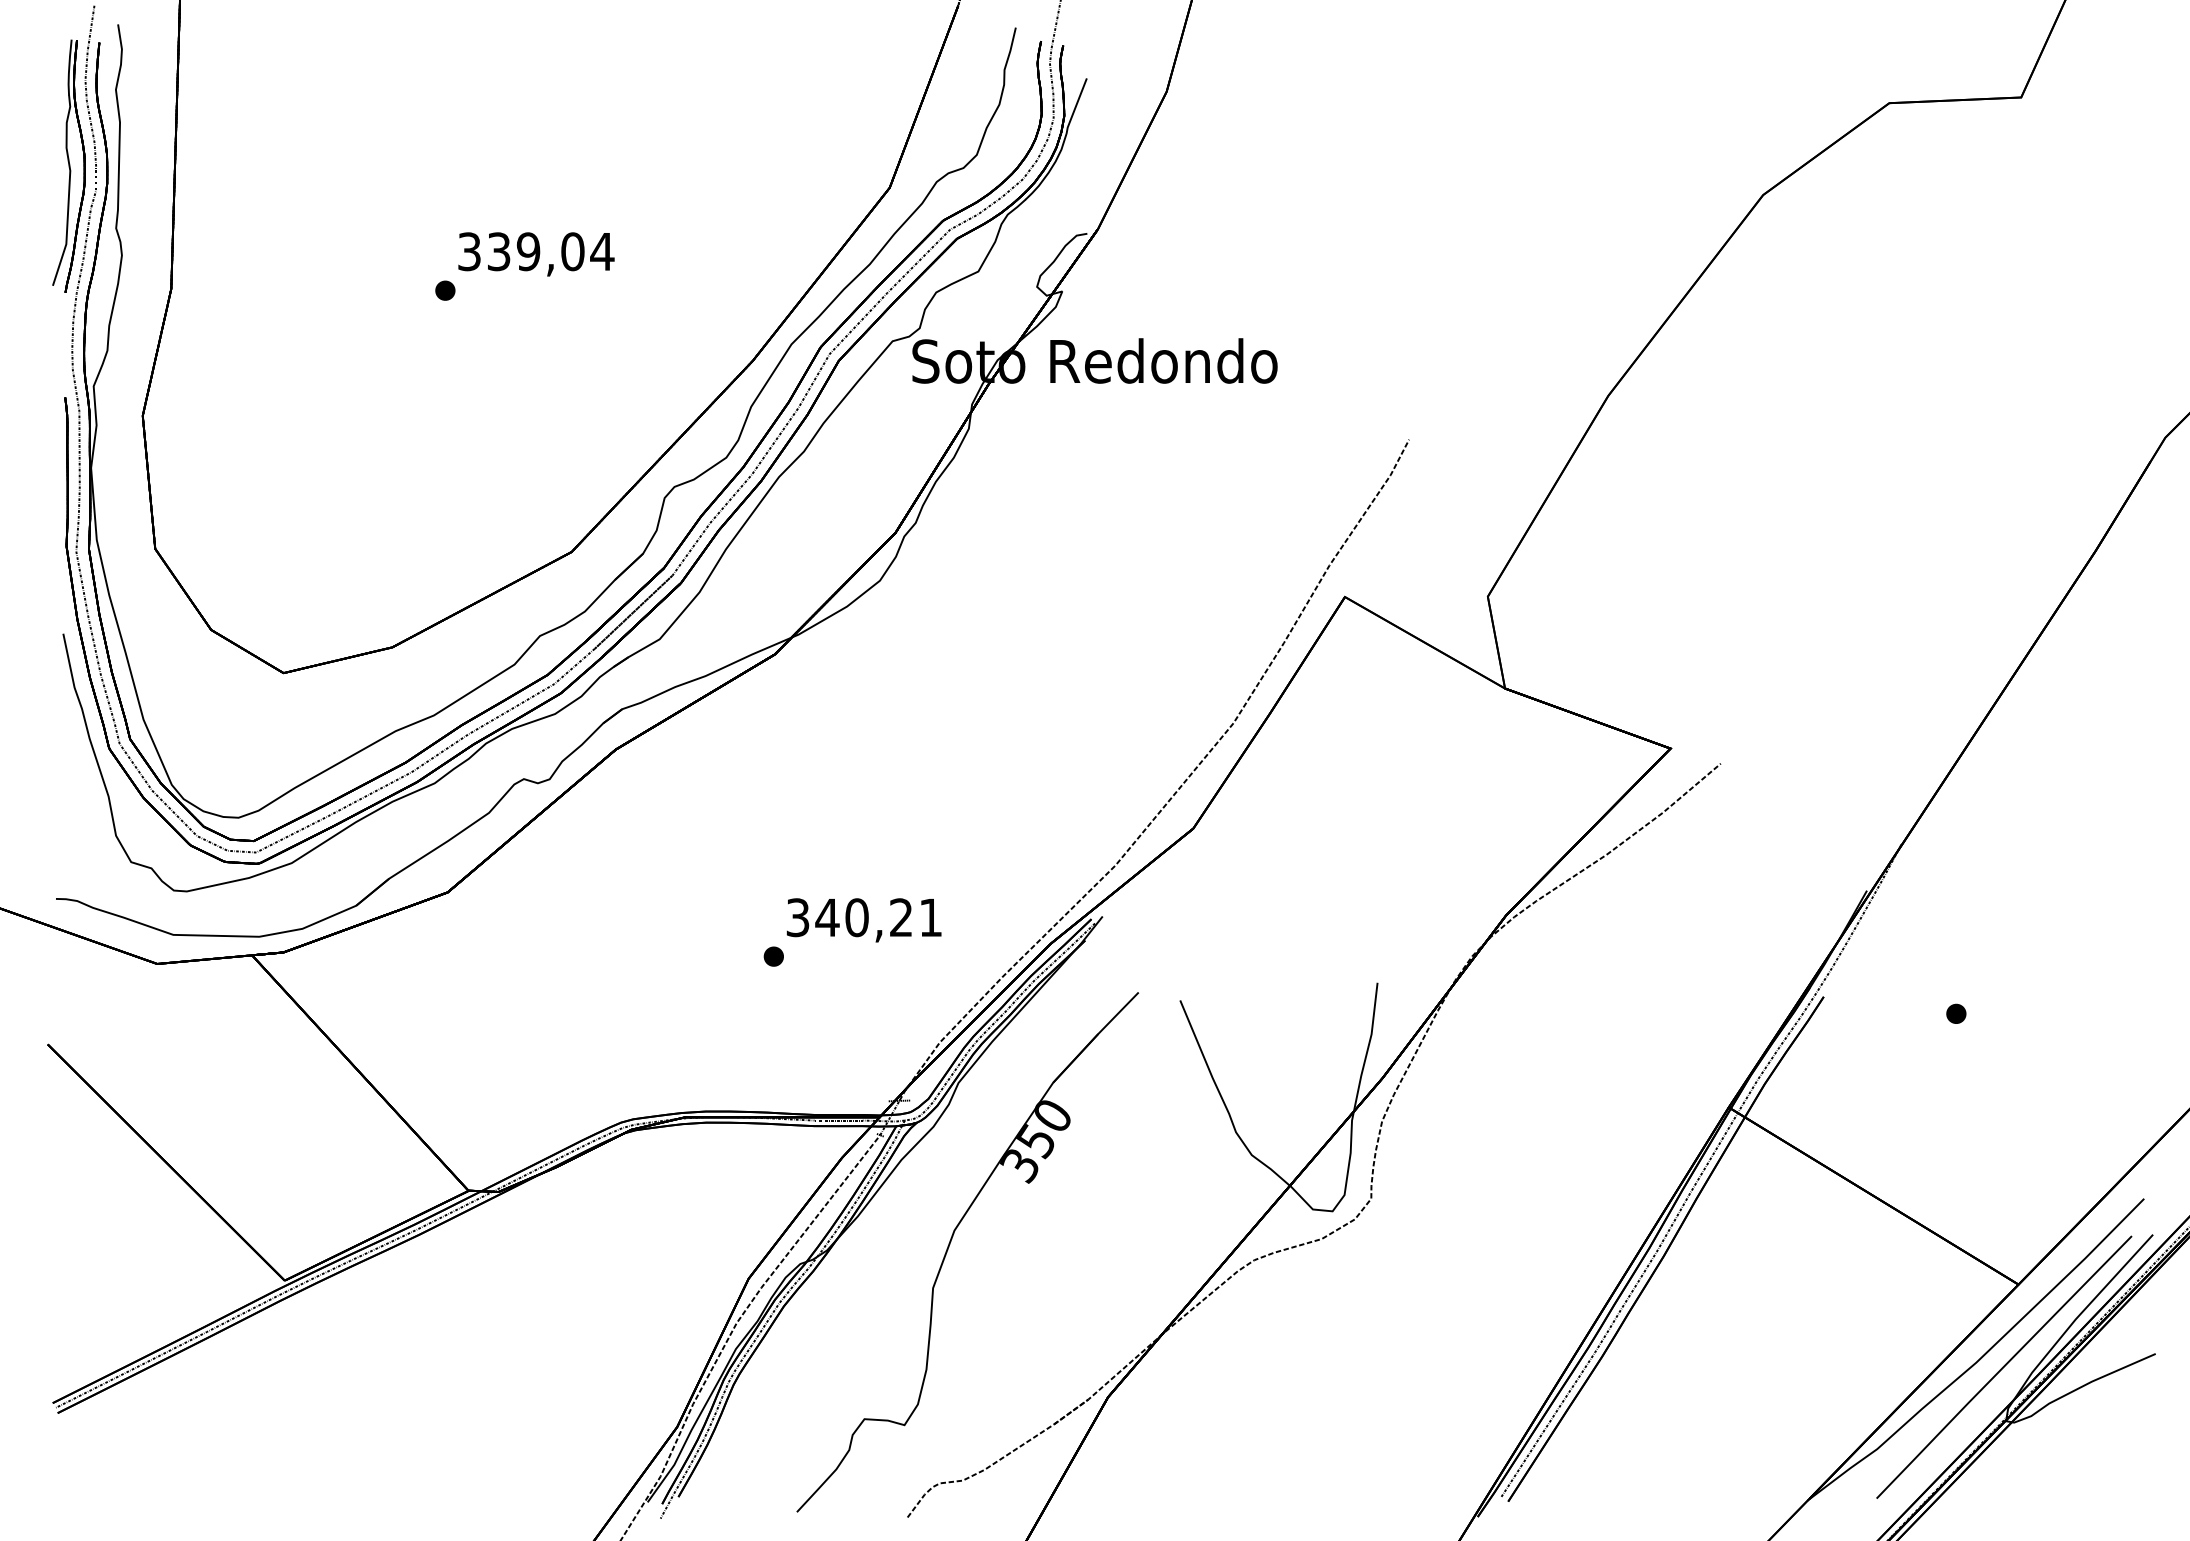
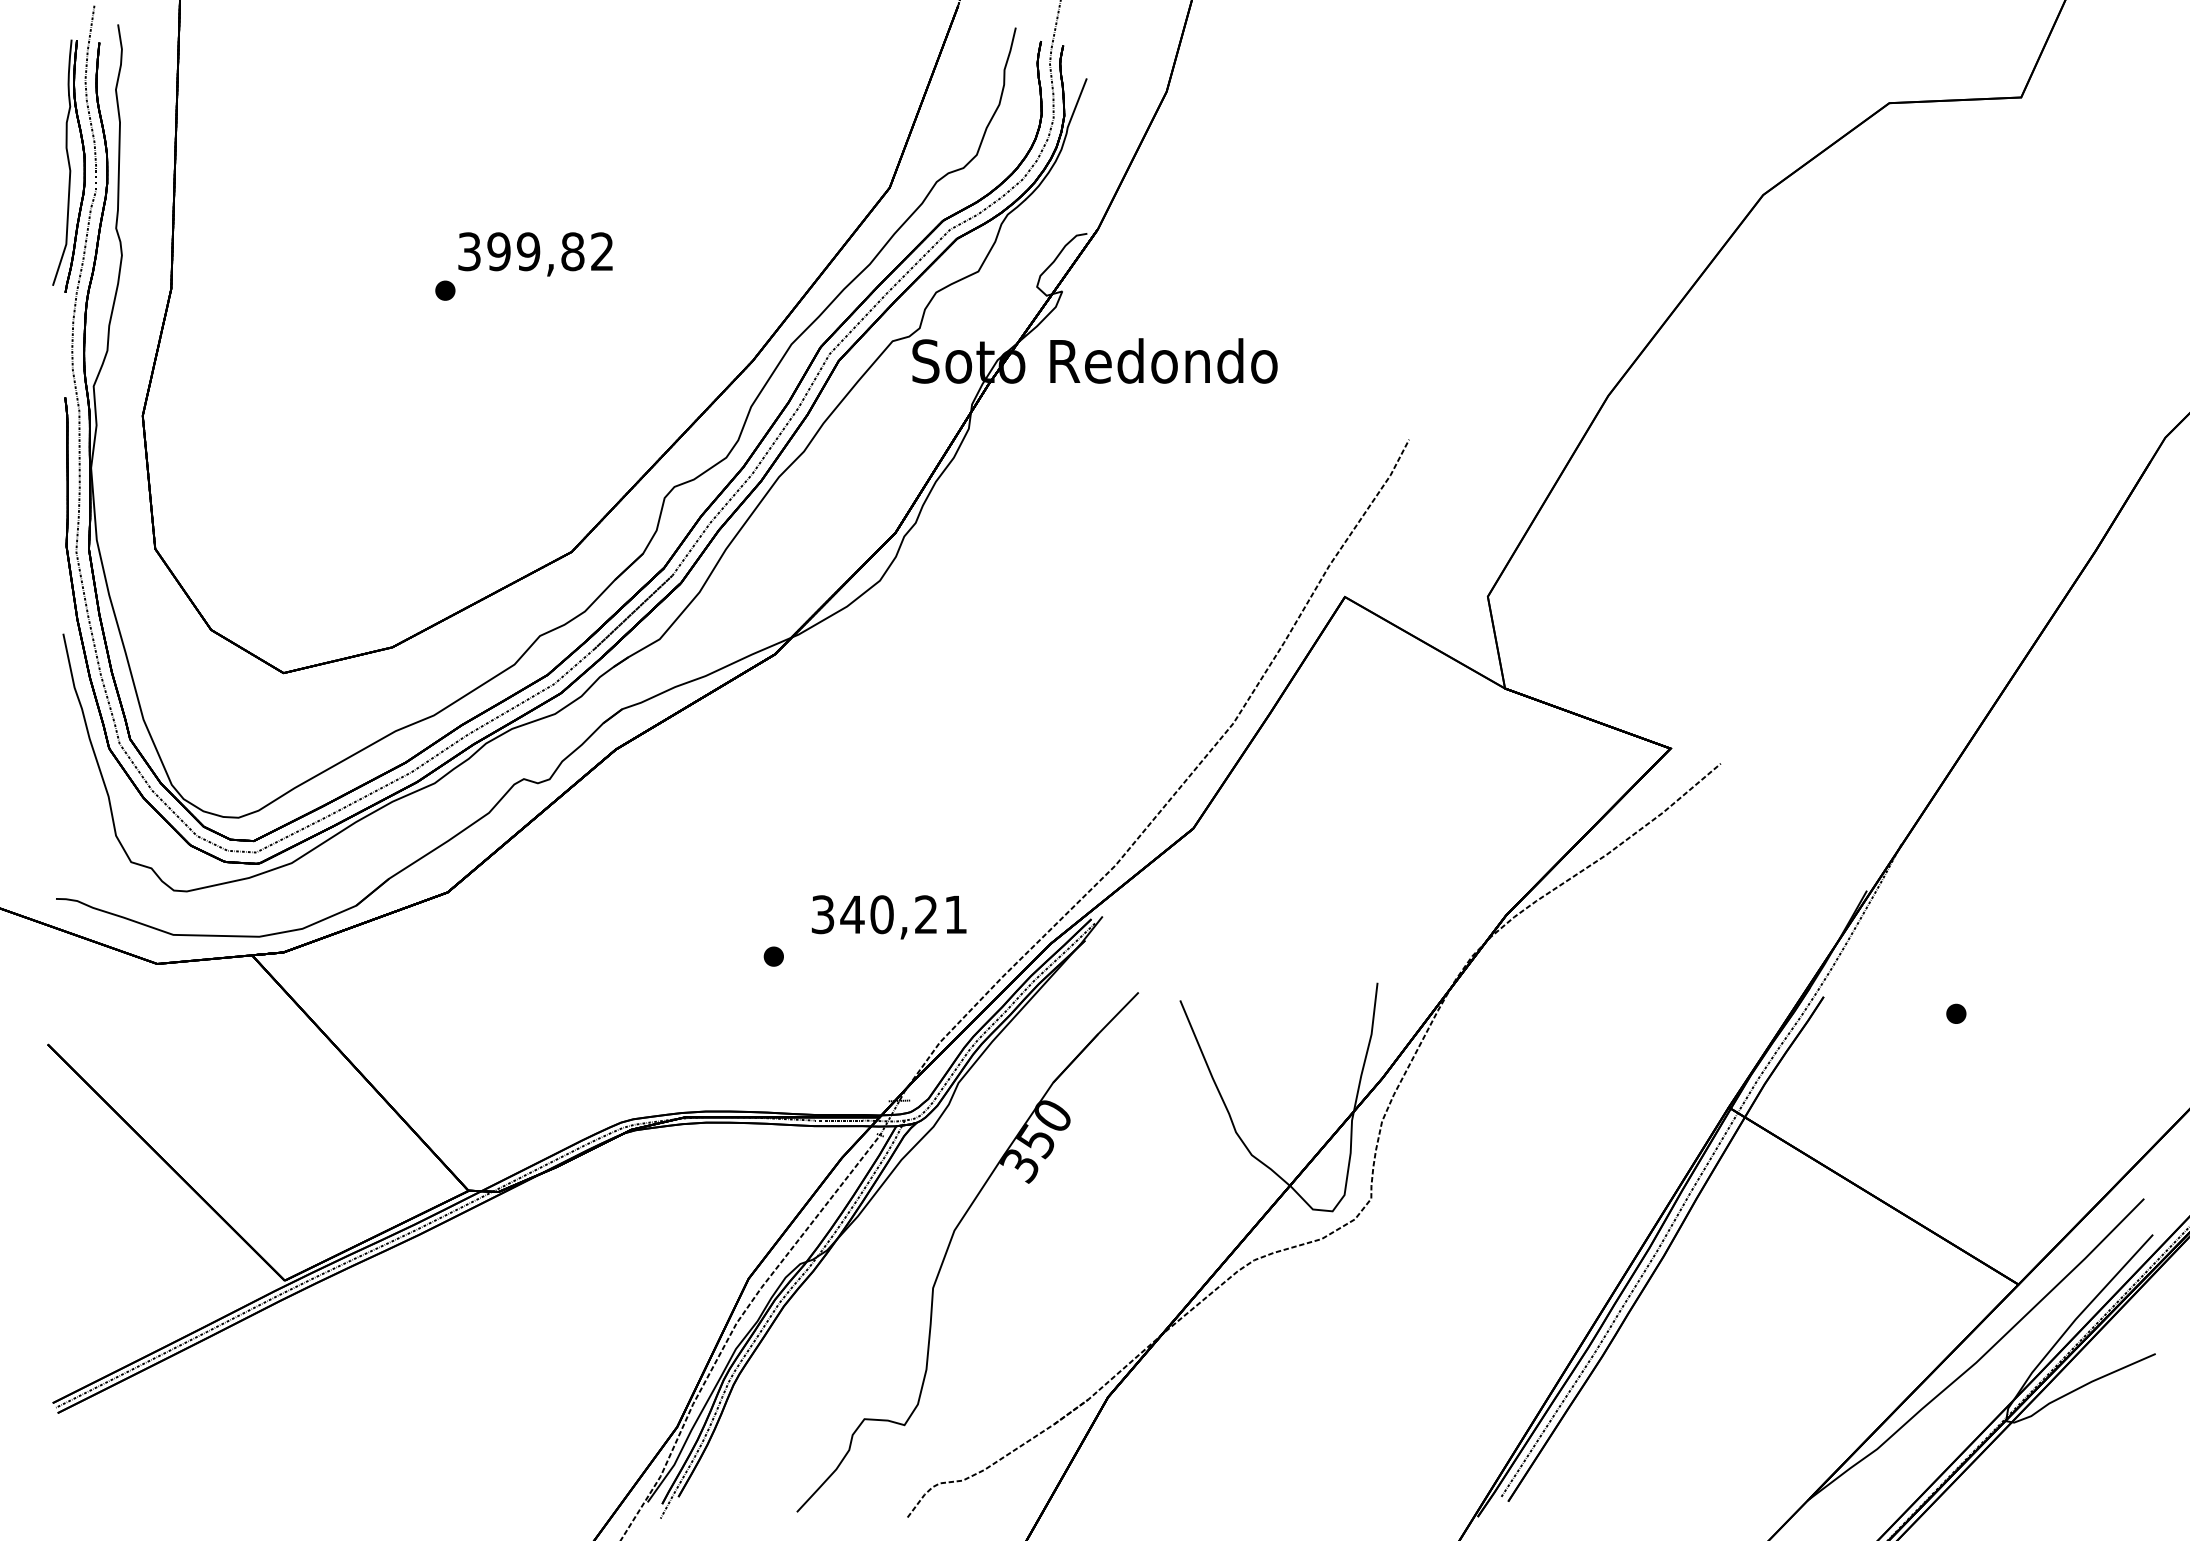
text at (550, 251): 339,04 -> 399,82
text at (863, 920) position: (863, 920) -> (888, 917)
curve at (2004, 1366): present -> none
